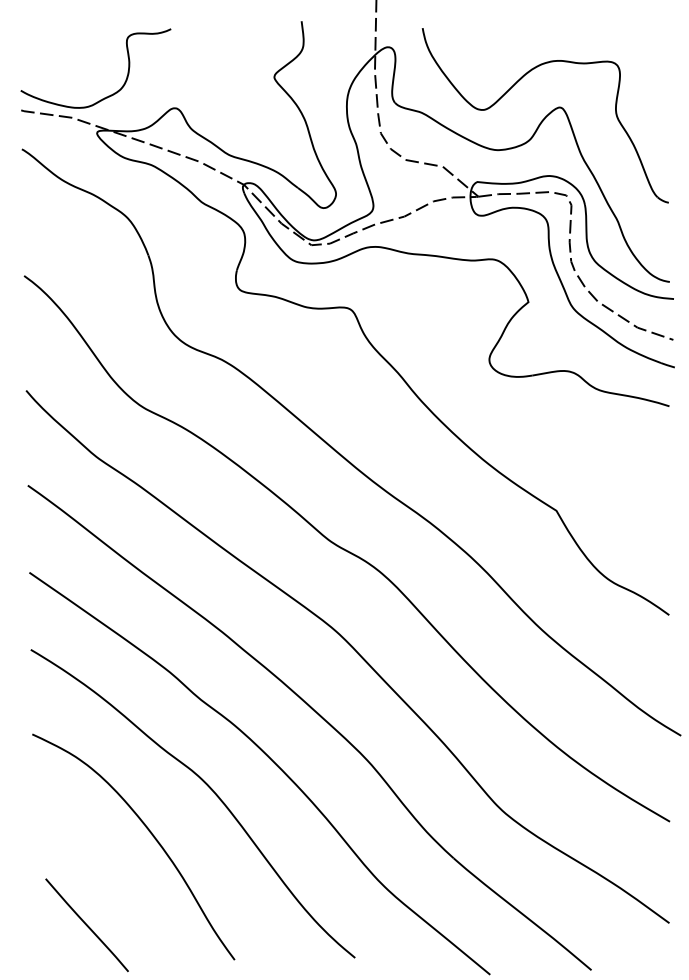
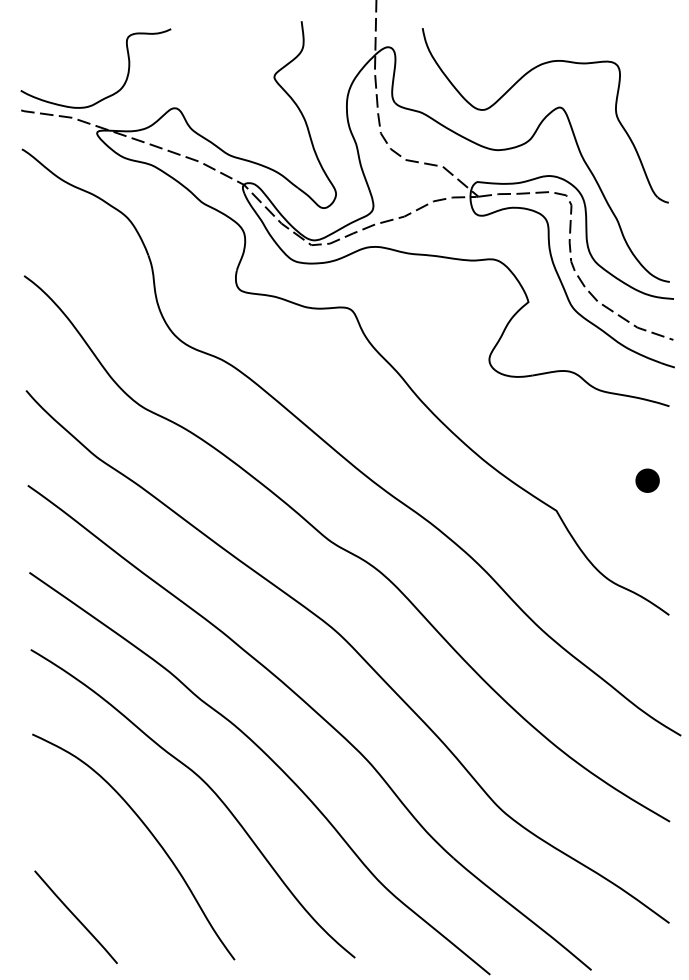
part at (647, 480): none -> present
line at (86, 925) position: (86, 925) -> (75, 917)
